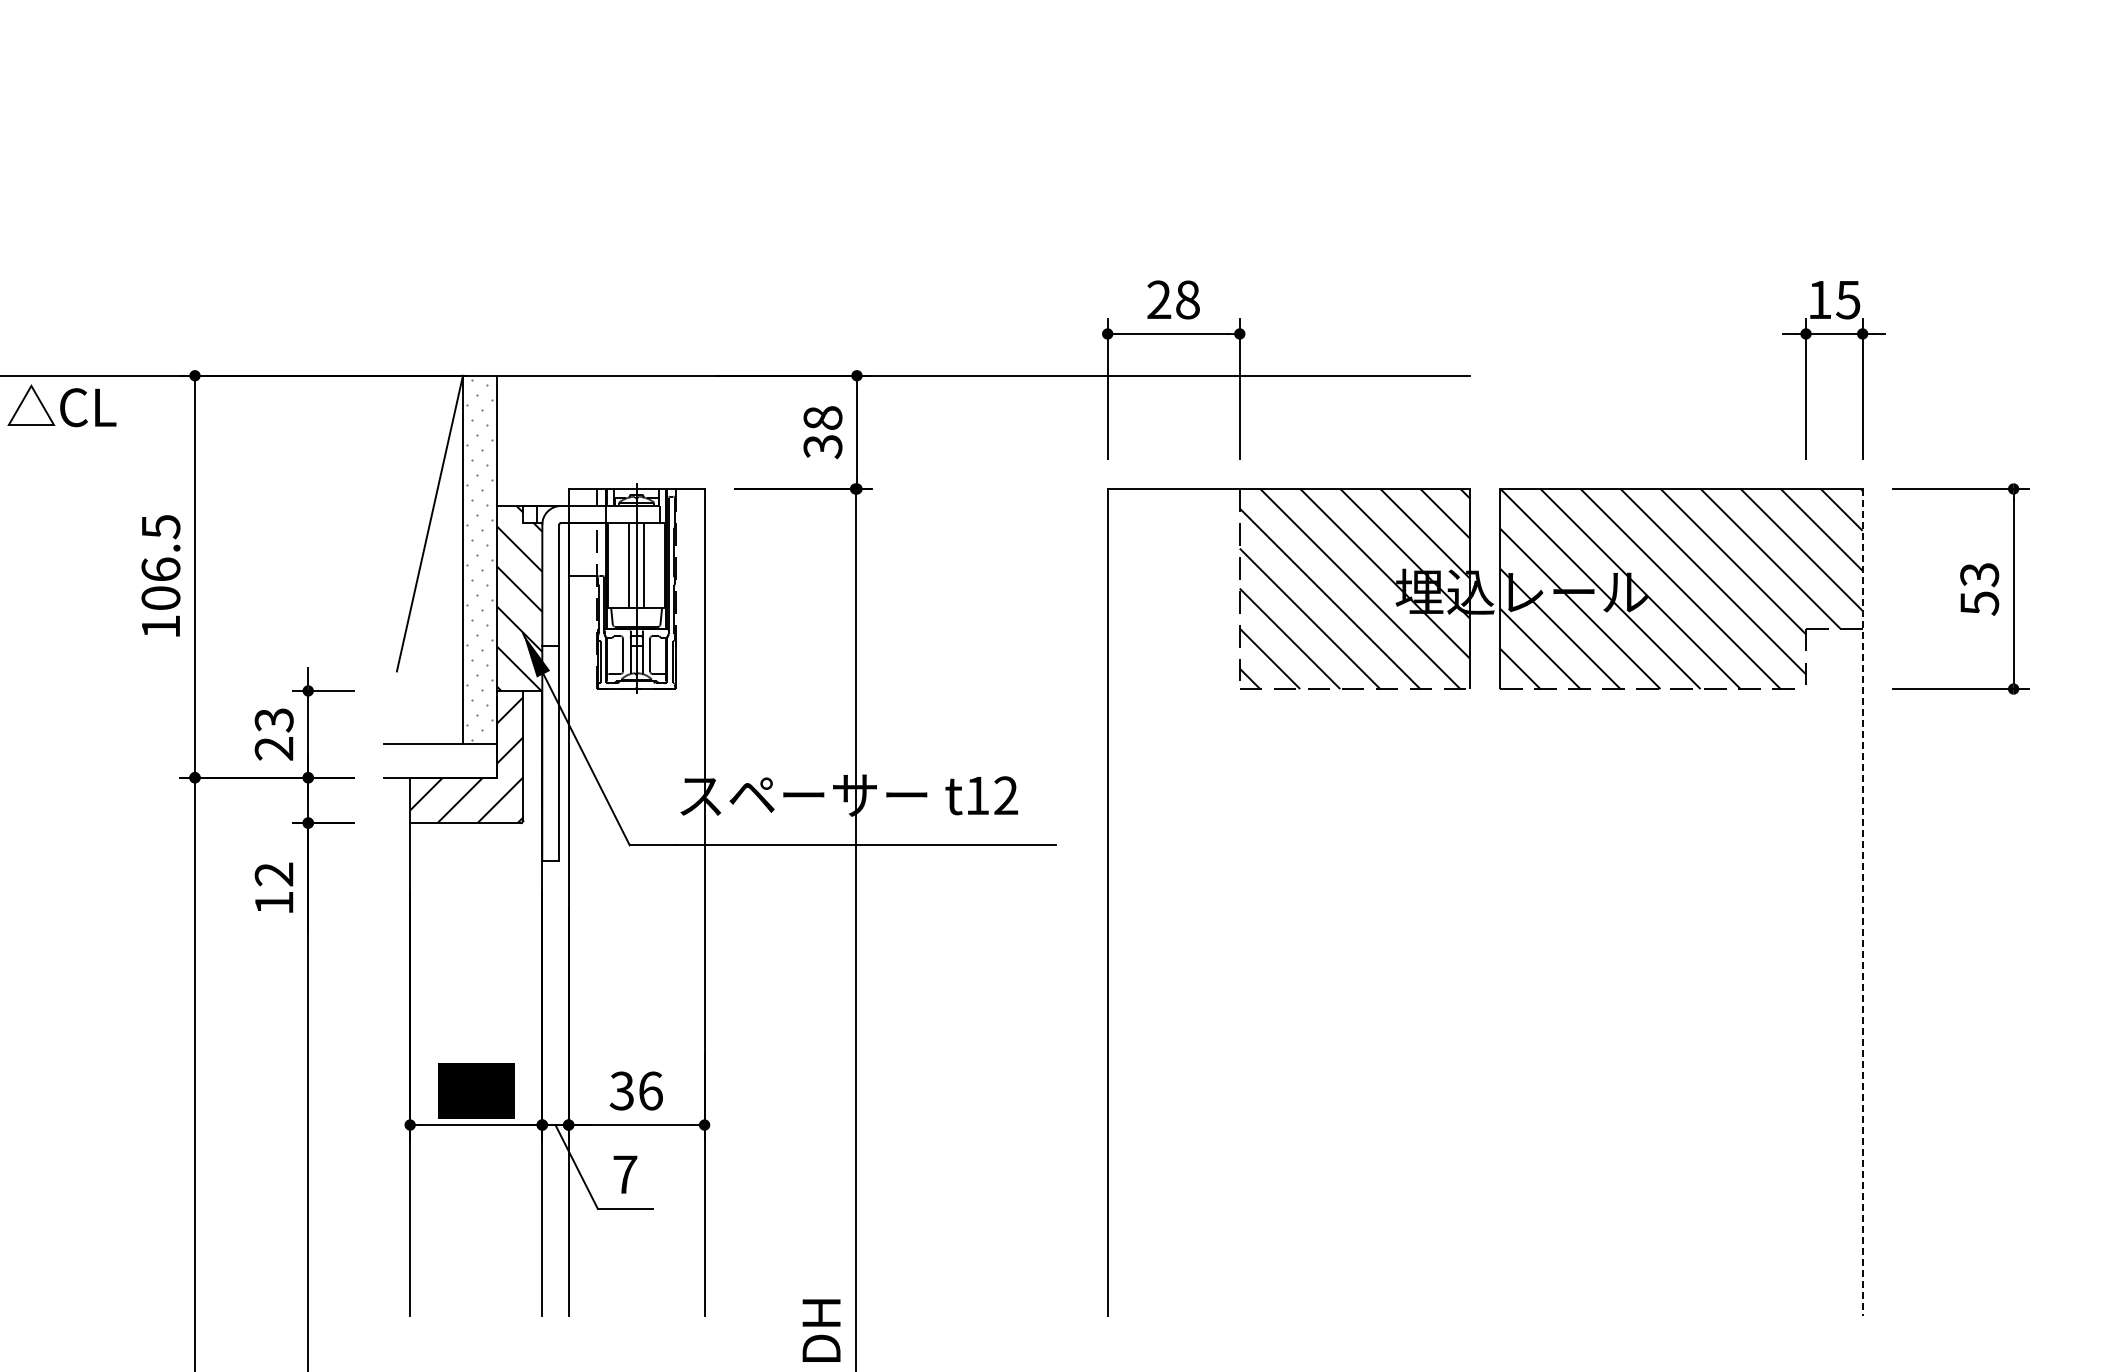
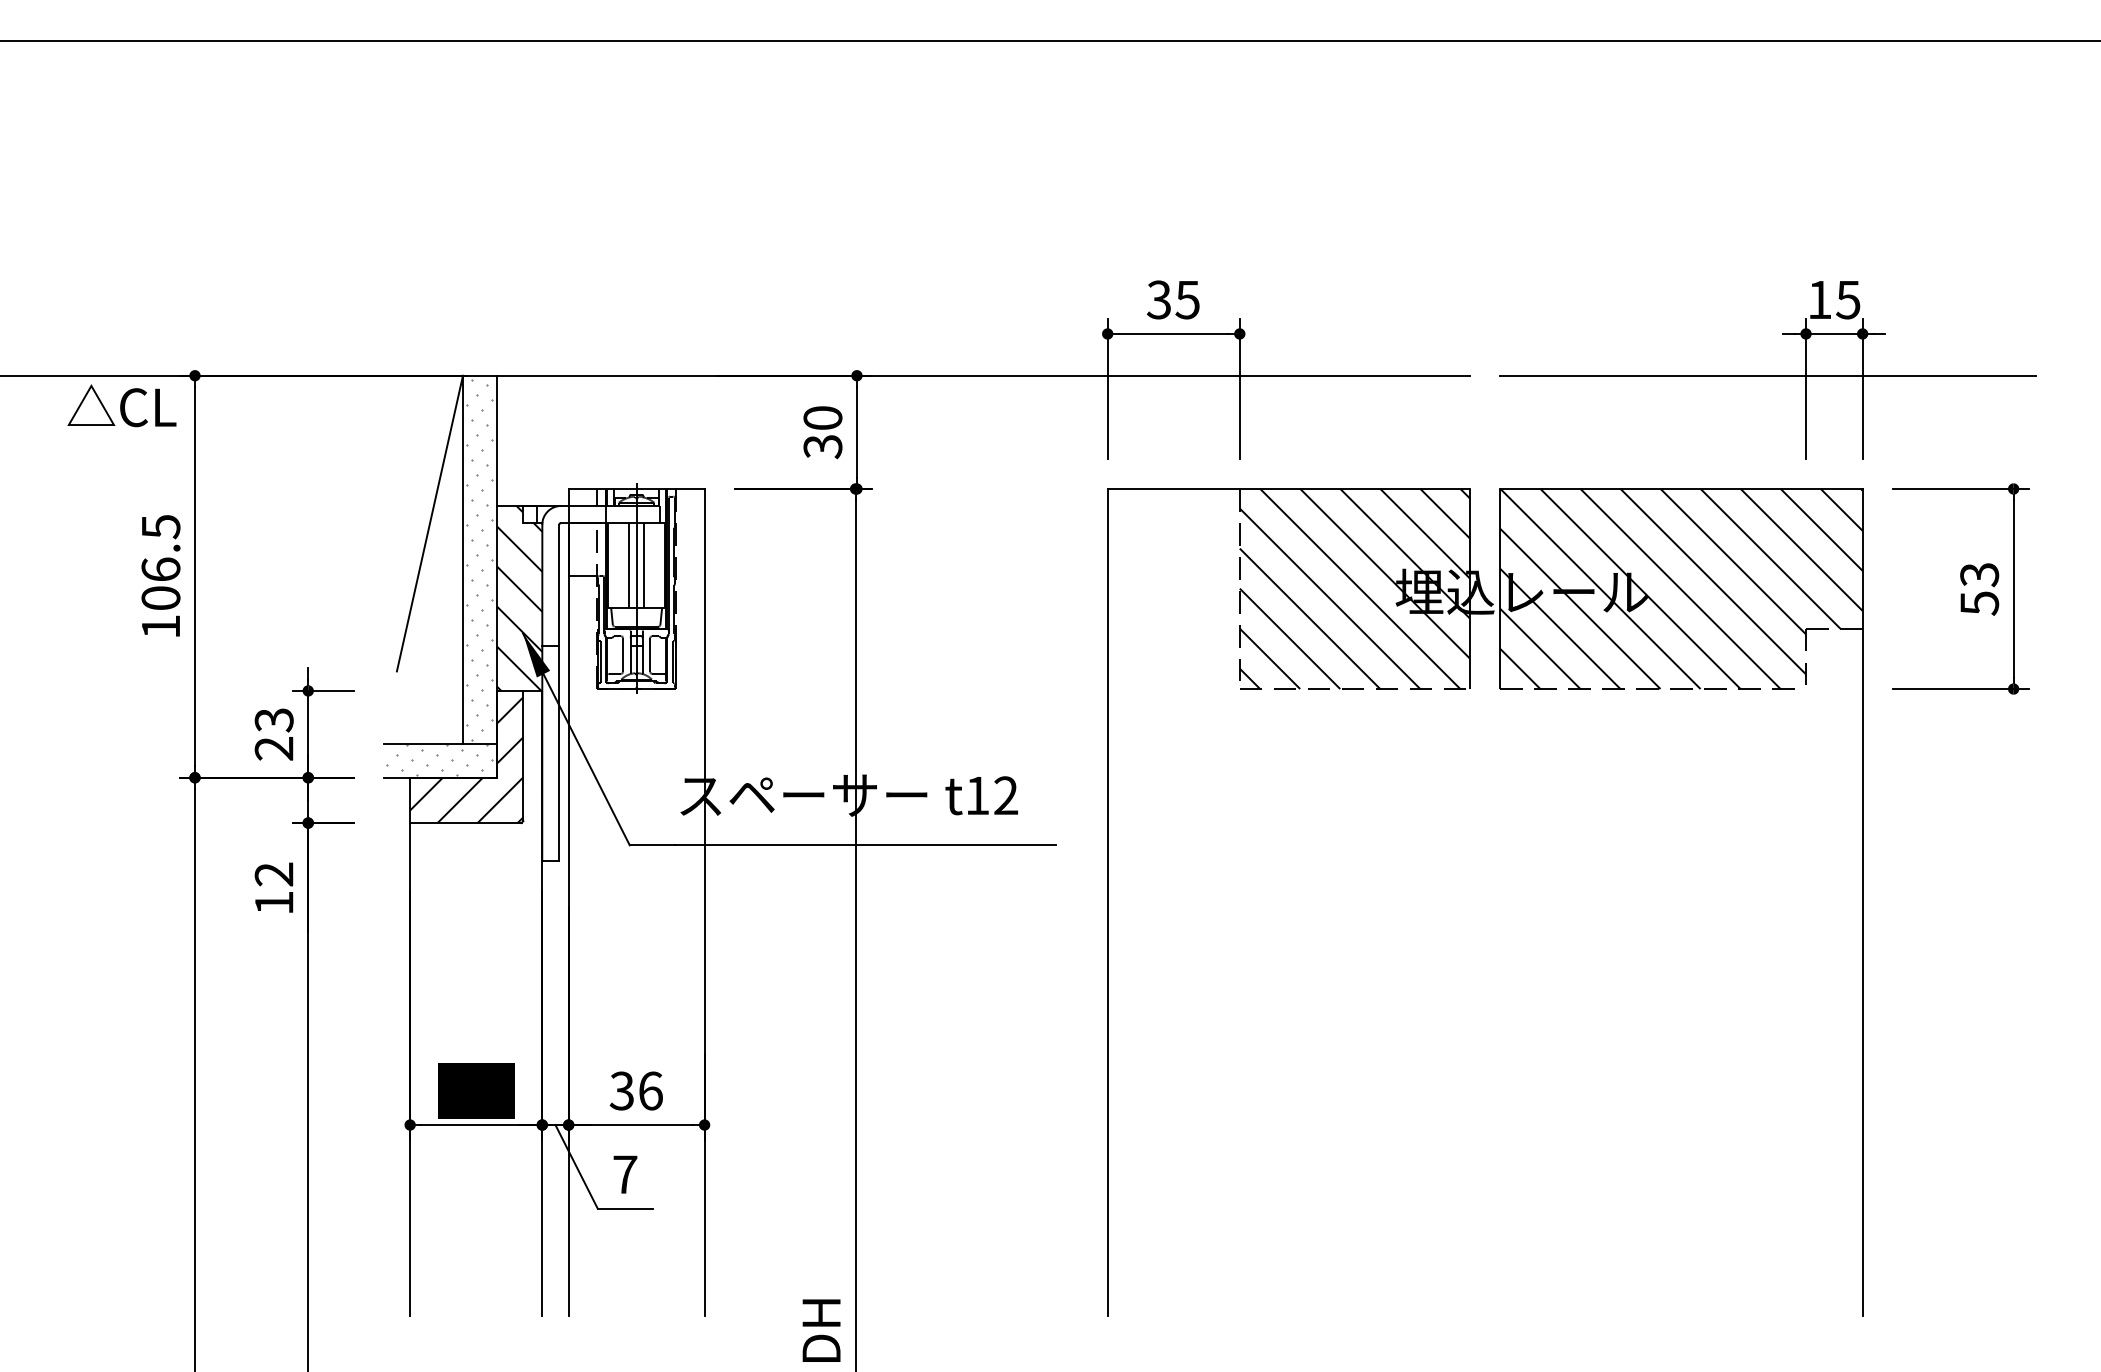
line at (1049, 41): none -> present
text at (1172, 299): 28 -> 35
line at (1768, 375): none -> present
text at (61, 405) position: (61, 405) -> (121, 405)
text at (822, 417): 38 -> 30
hatch at (439, 760): none -> present
line at (1862, 902): dashed -> solid
